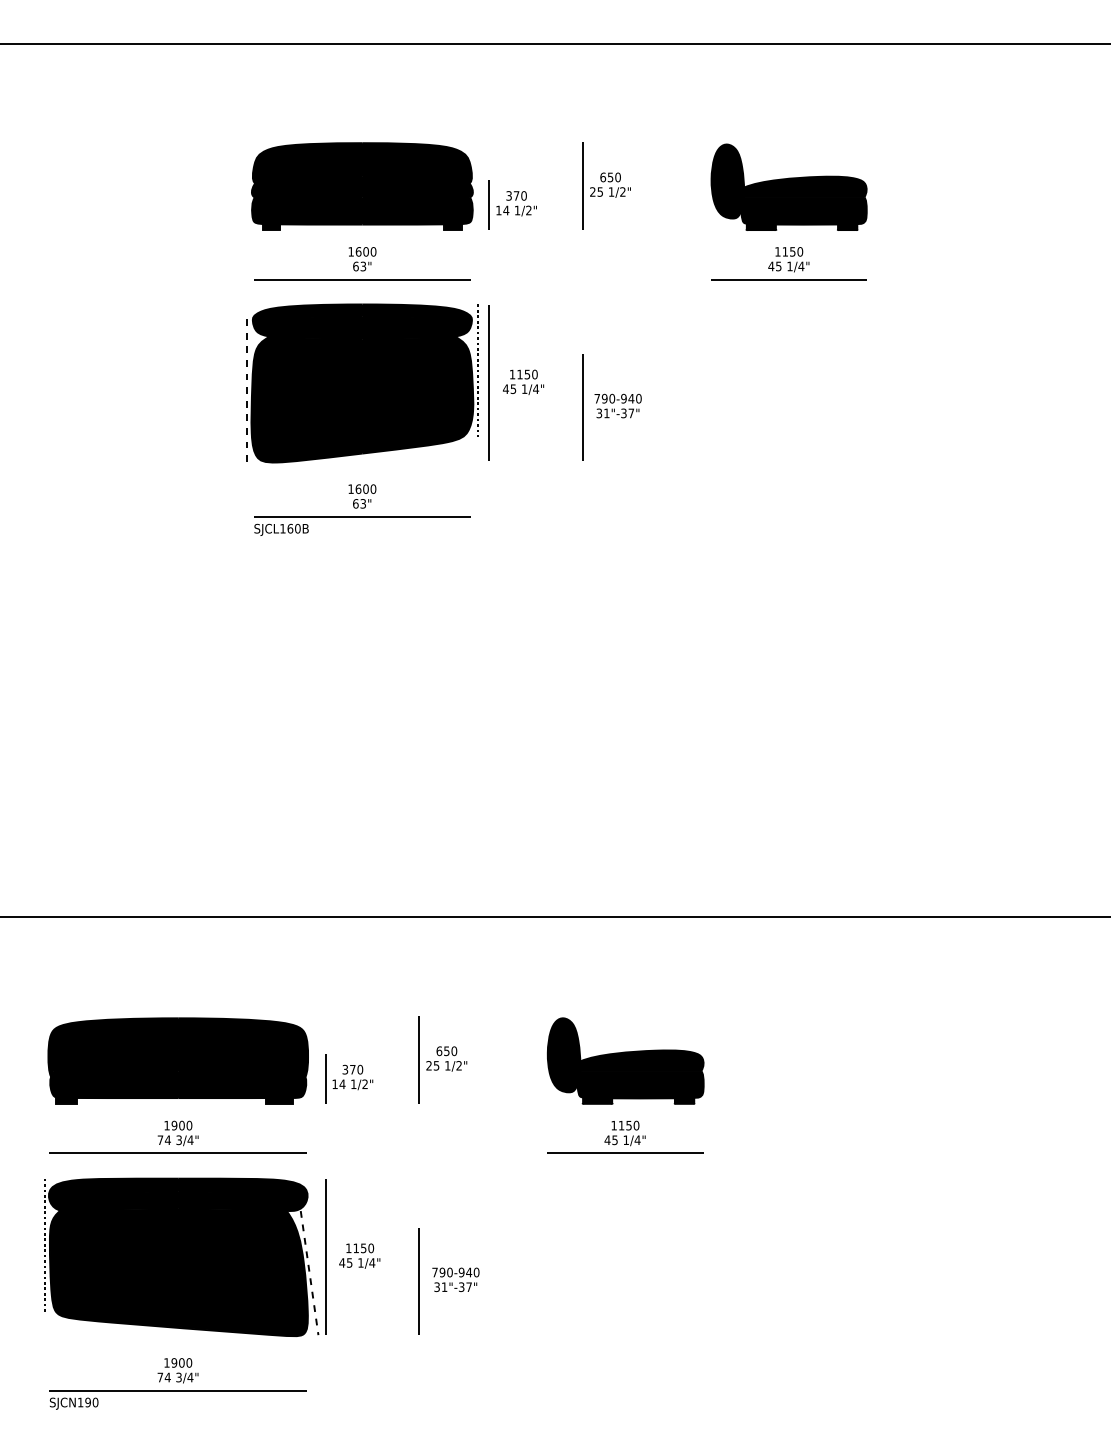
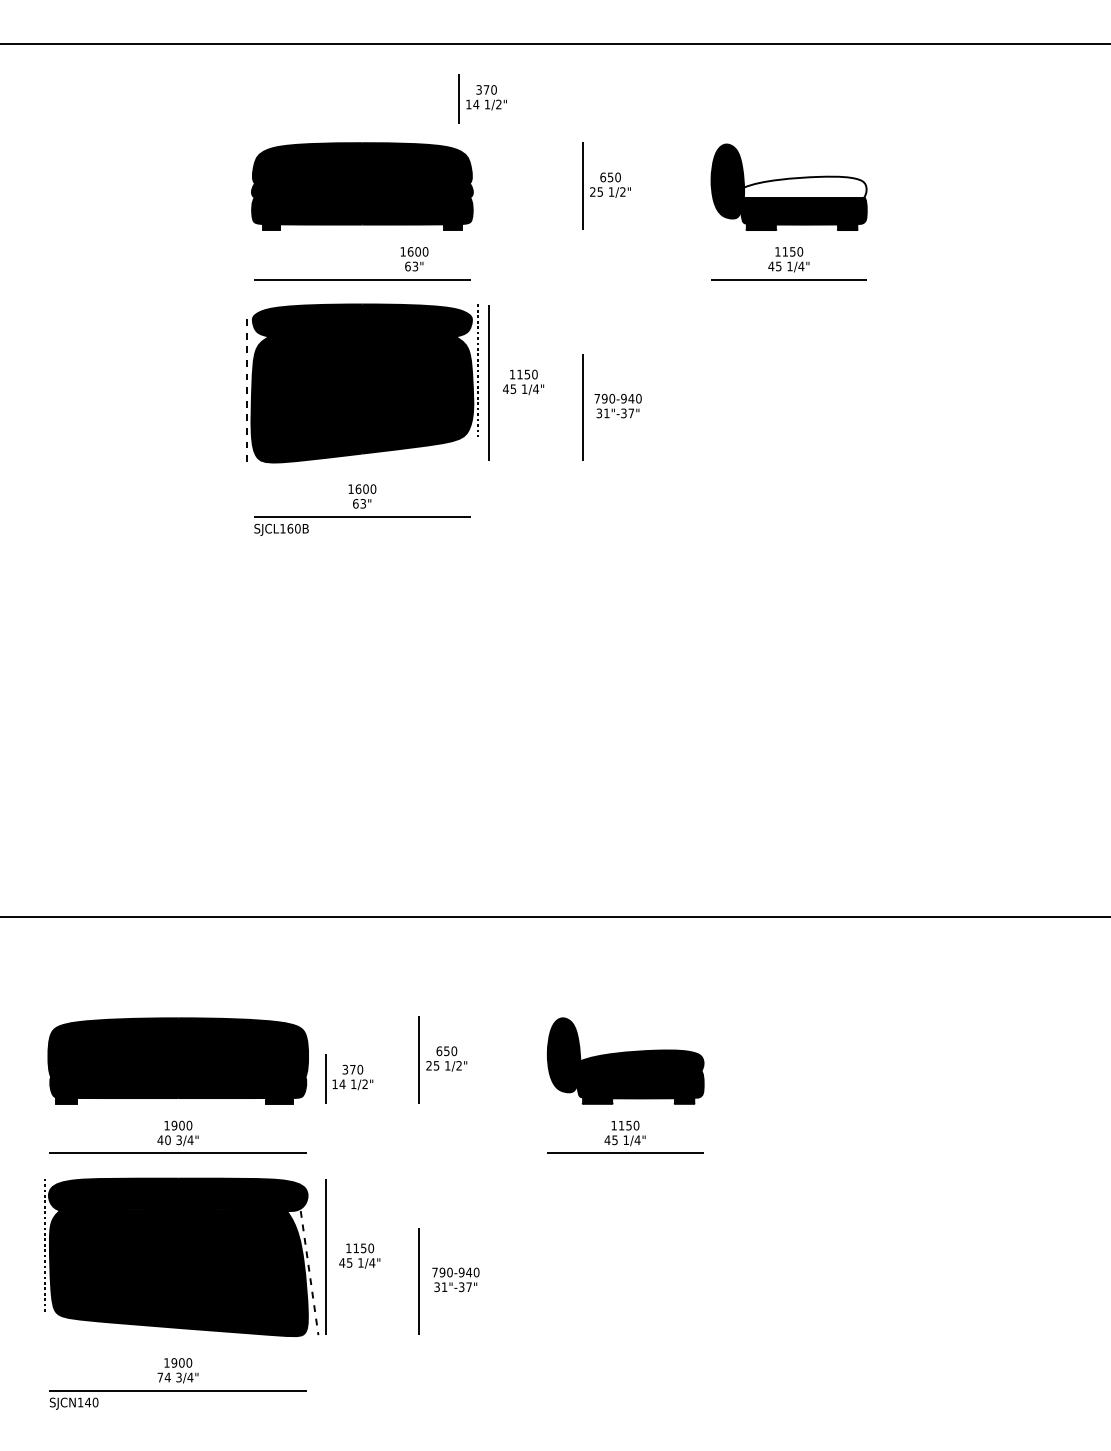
fill at (804, 186): present -> none
part at (512, 204) position: (512, 204) -> (482, 98)
text at (362, 259) position: (362, 259) -> (414, 259)
text at (163, 1140): 74 -> 40
text at (88, 1402): SJCN190 -> SJCN140
